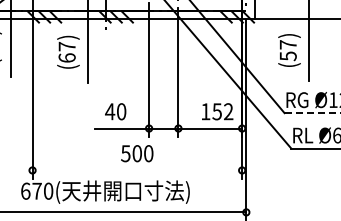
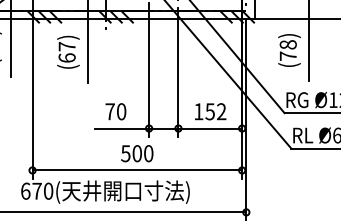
text at (287, 50): (57) -> (78)
text at (110, 111): 40 -> 70
text at (217, 111) position: (217, 111) -> (210, 111)
line at (312, 113): dashed -> solid
line at (137, 170): none -> present
